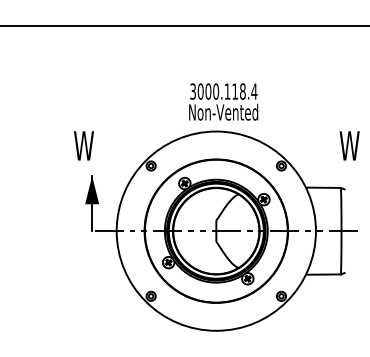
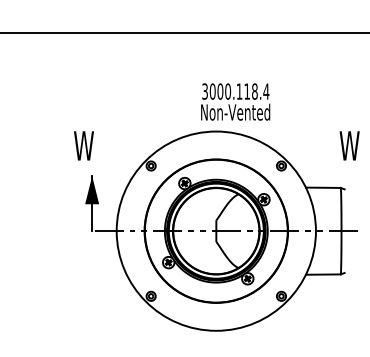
line at (184, 26) position: (184, 26) -> (184, 33)
text at (223, 101) position: (223, 101) -> (235, 101)
